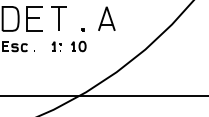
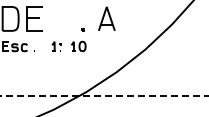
part at (58, 18): present -> none
line at (104, 96): solid -> dashed
